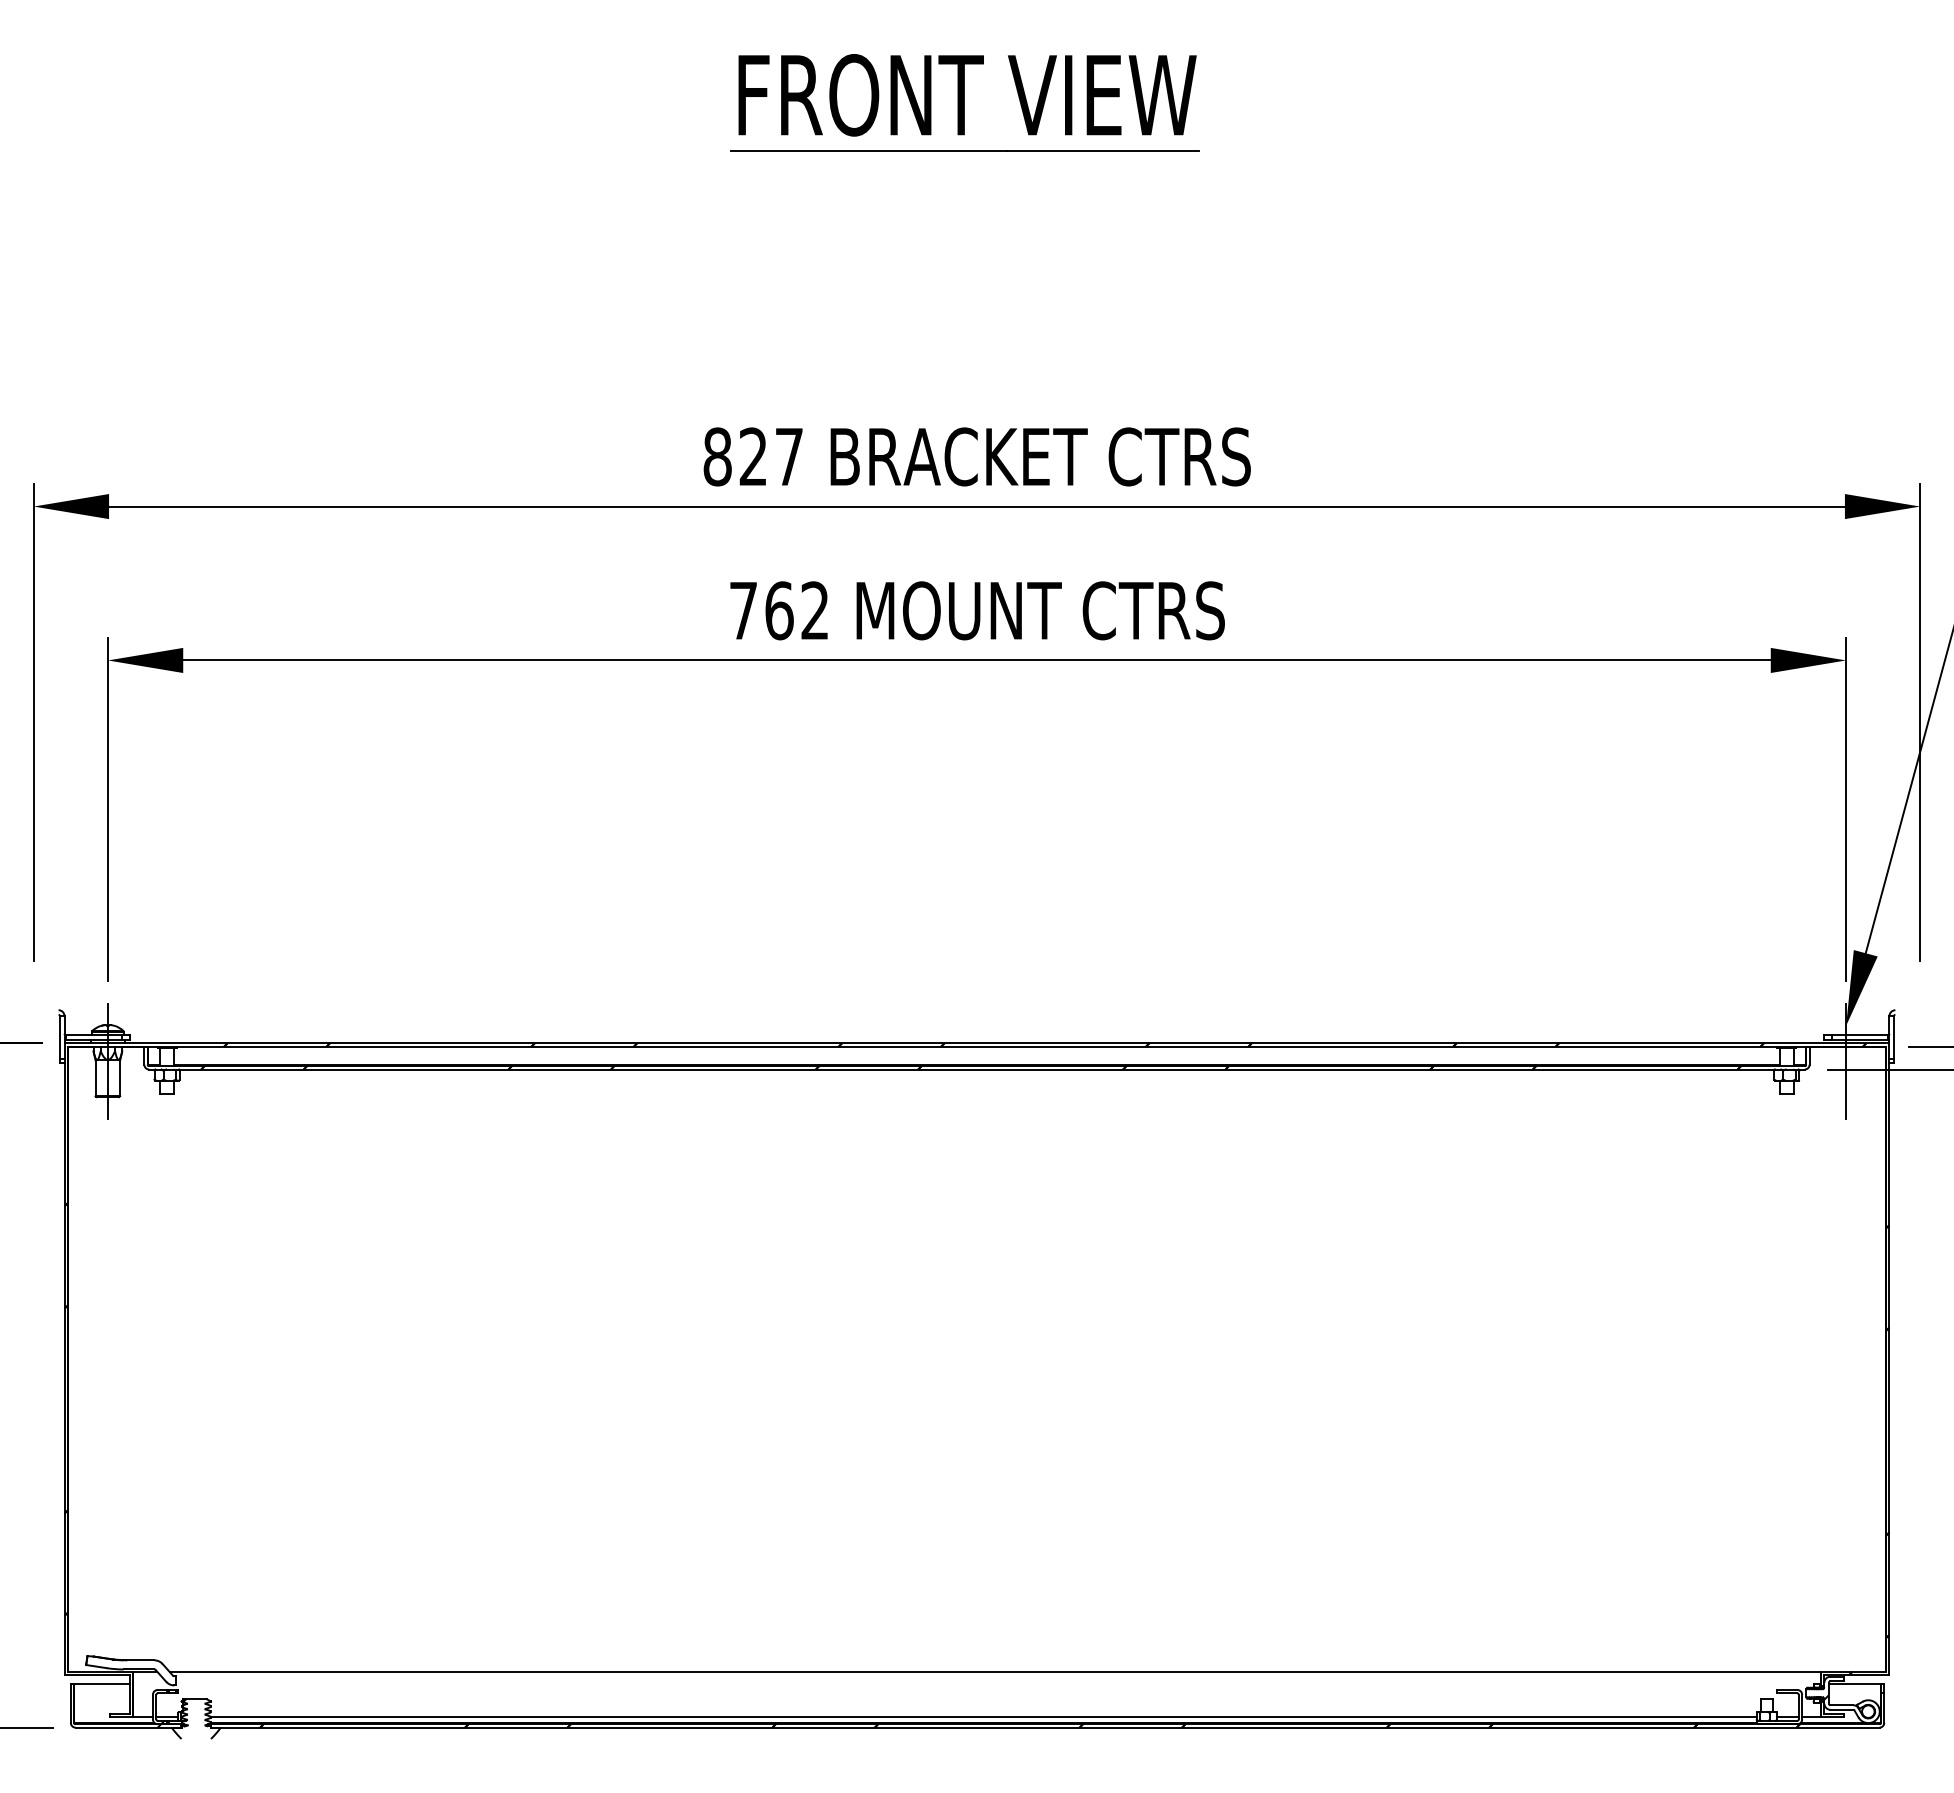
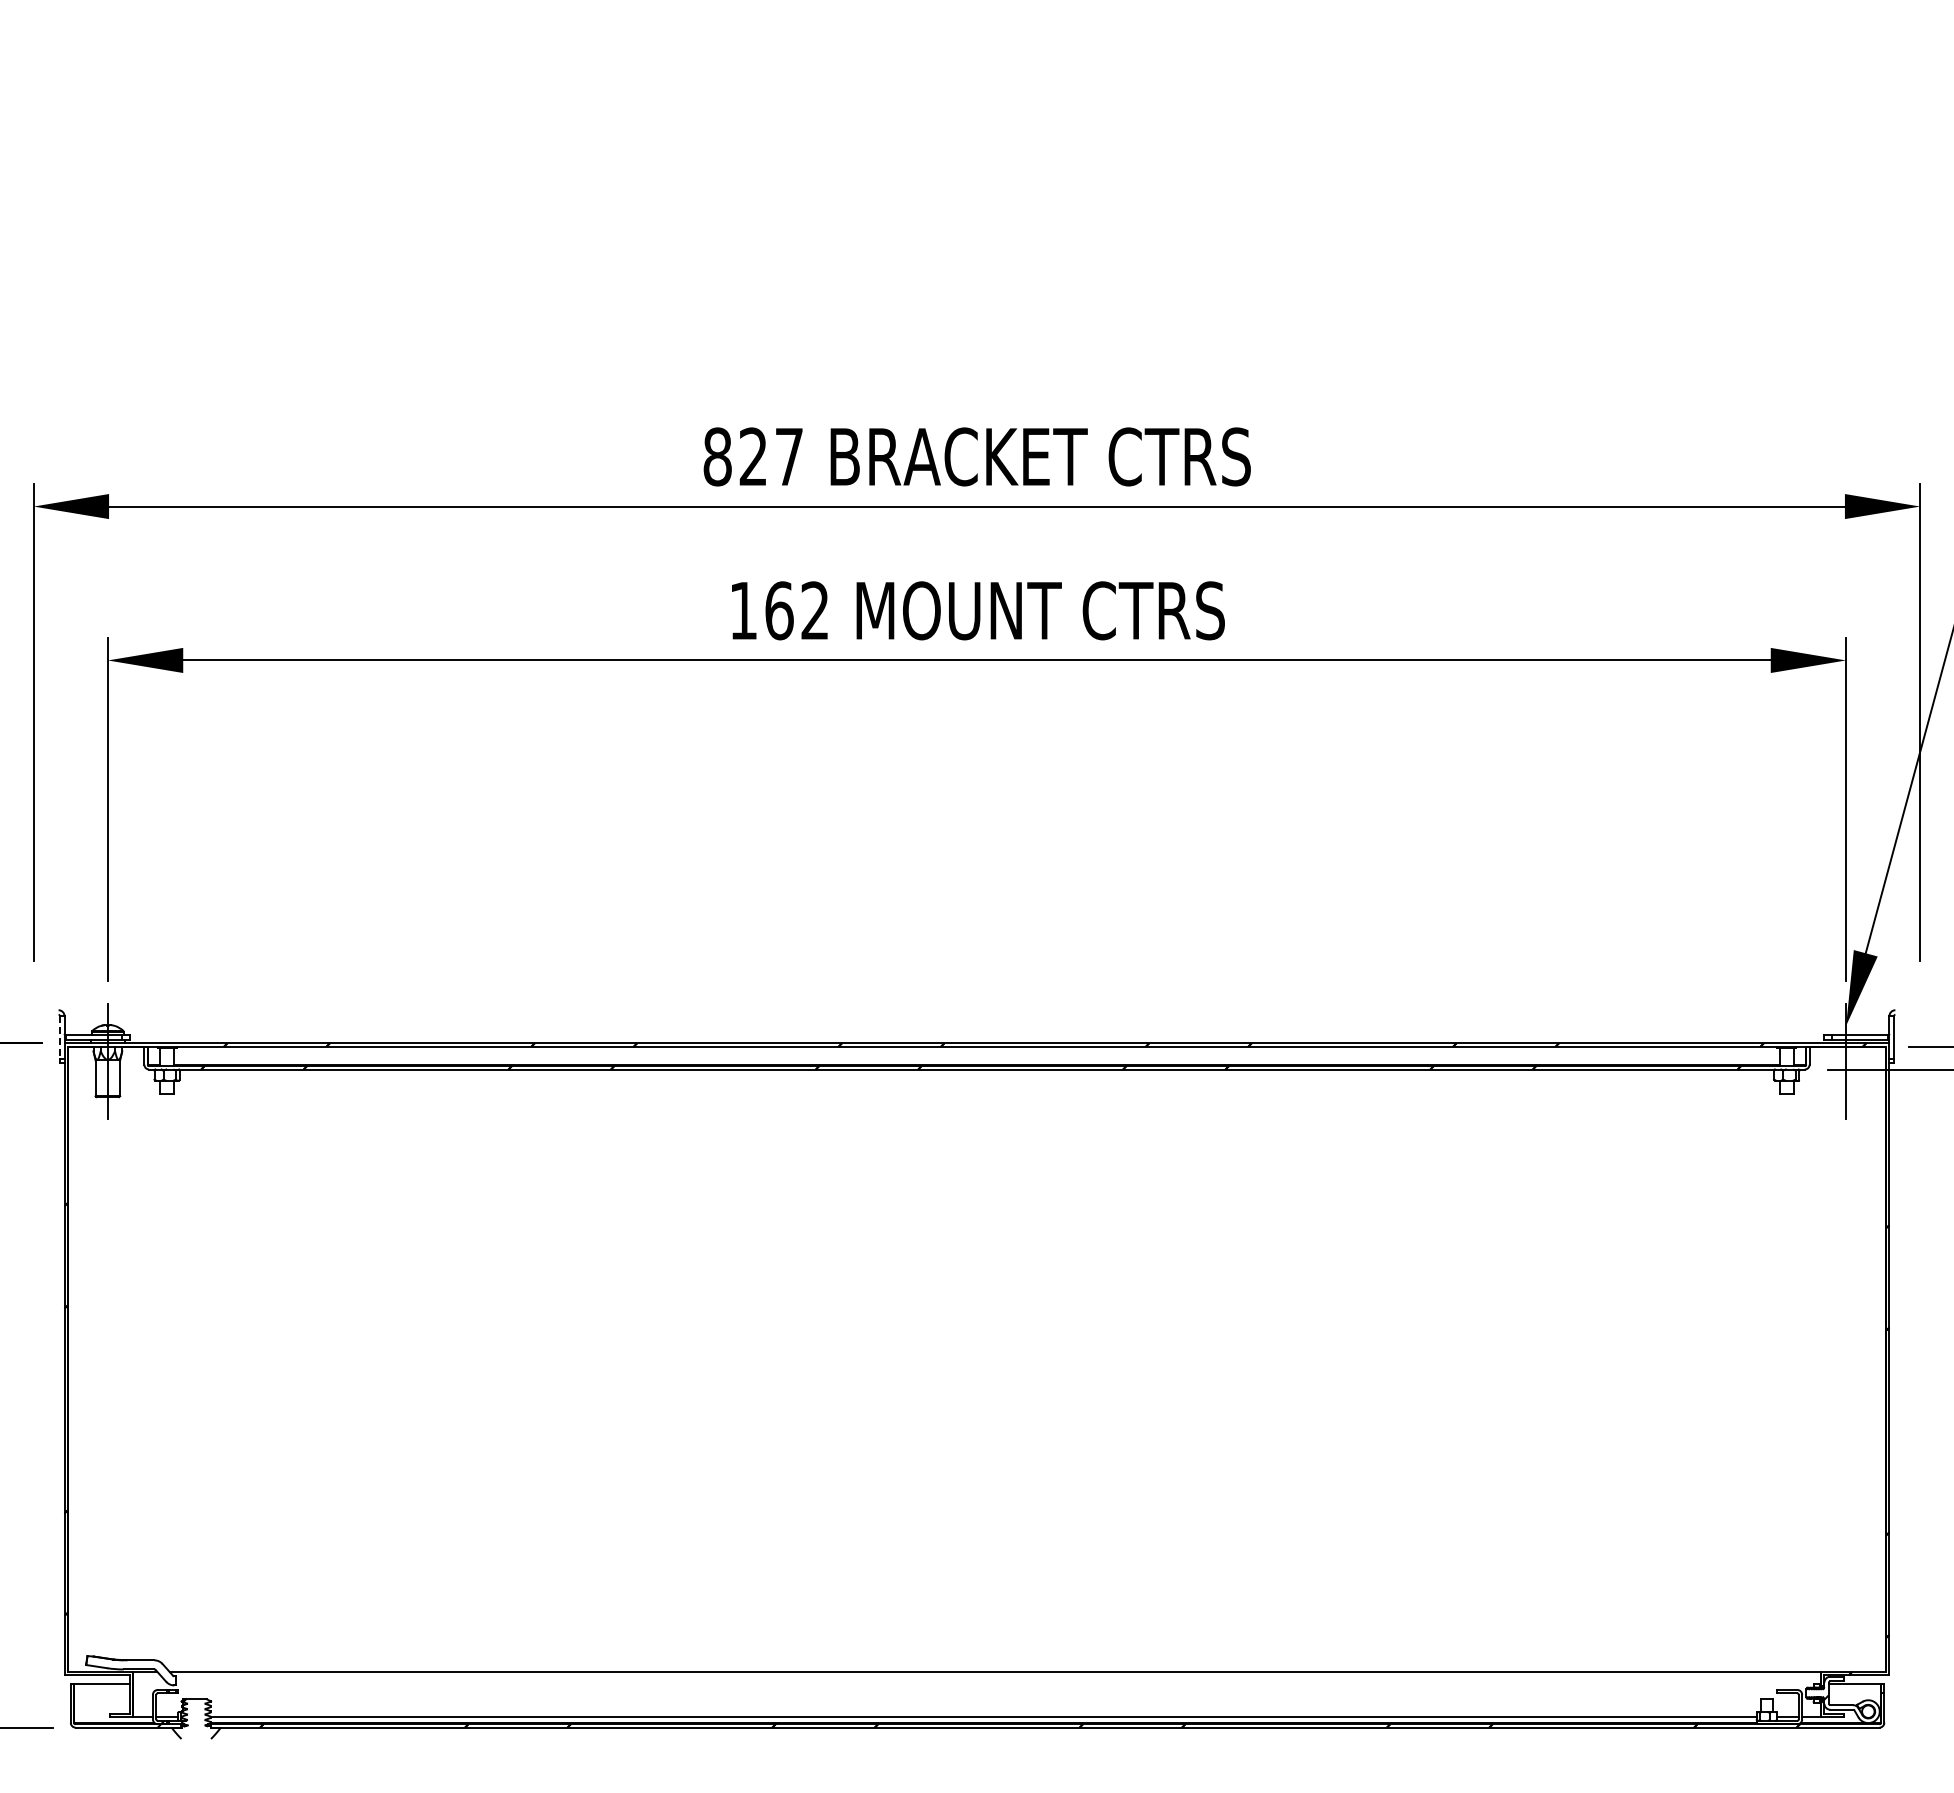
part at (964, 102): present -> none
text at (743, 610): 762 -> 162
line at (59, 1037): solid -> dashed
